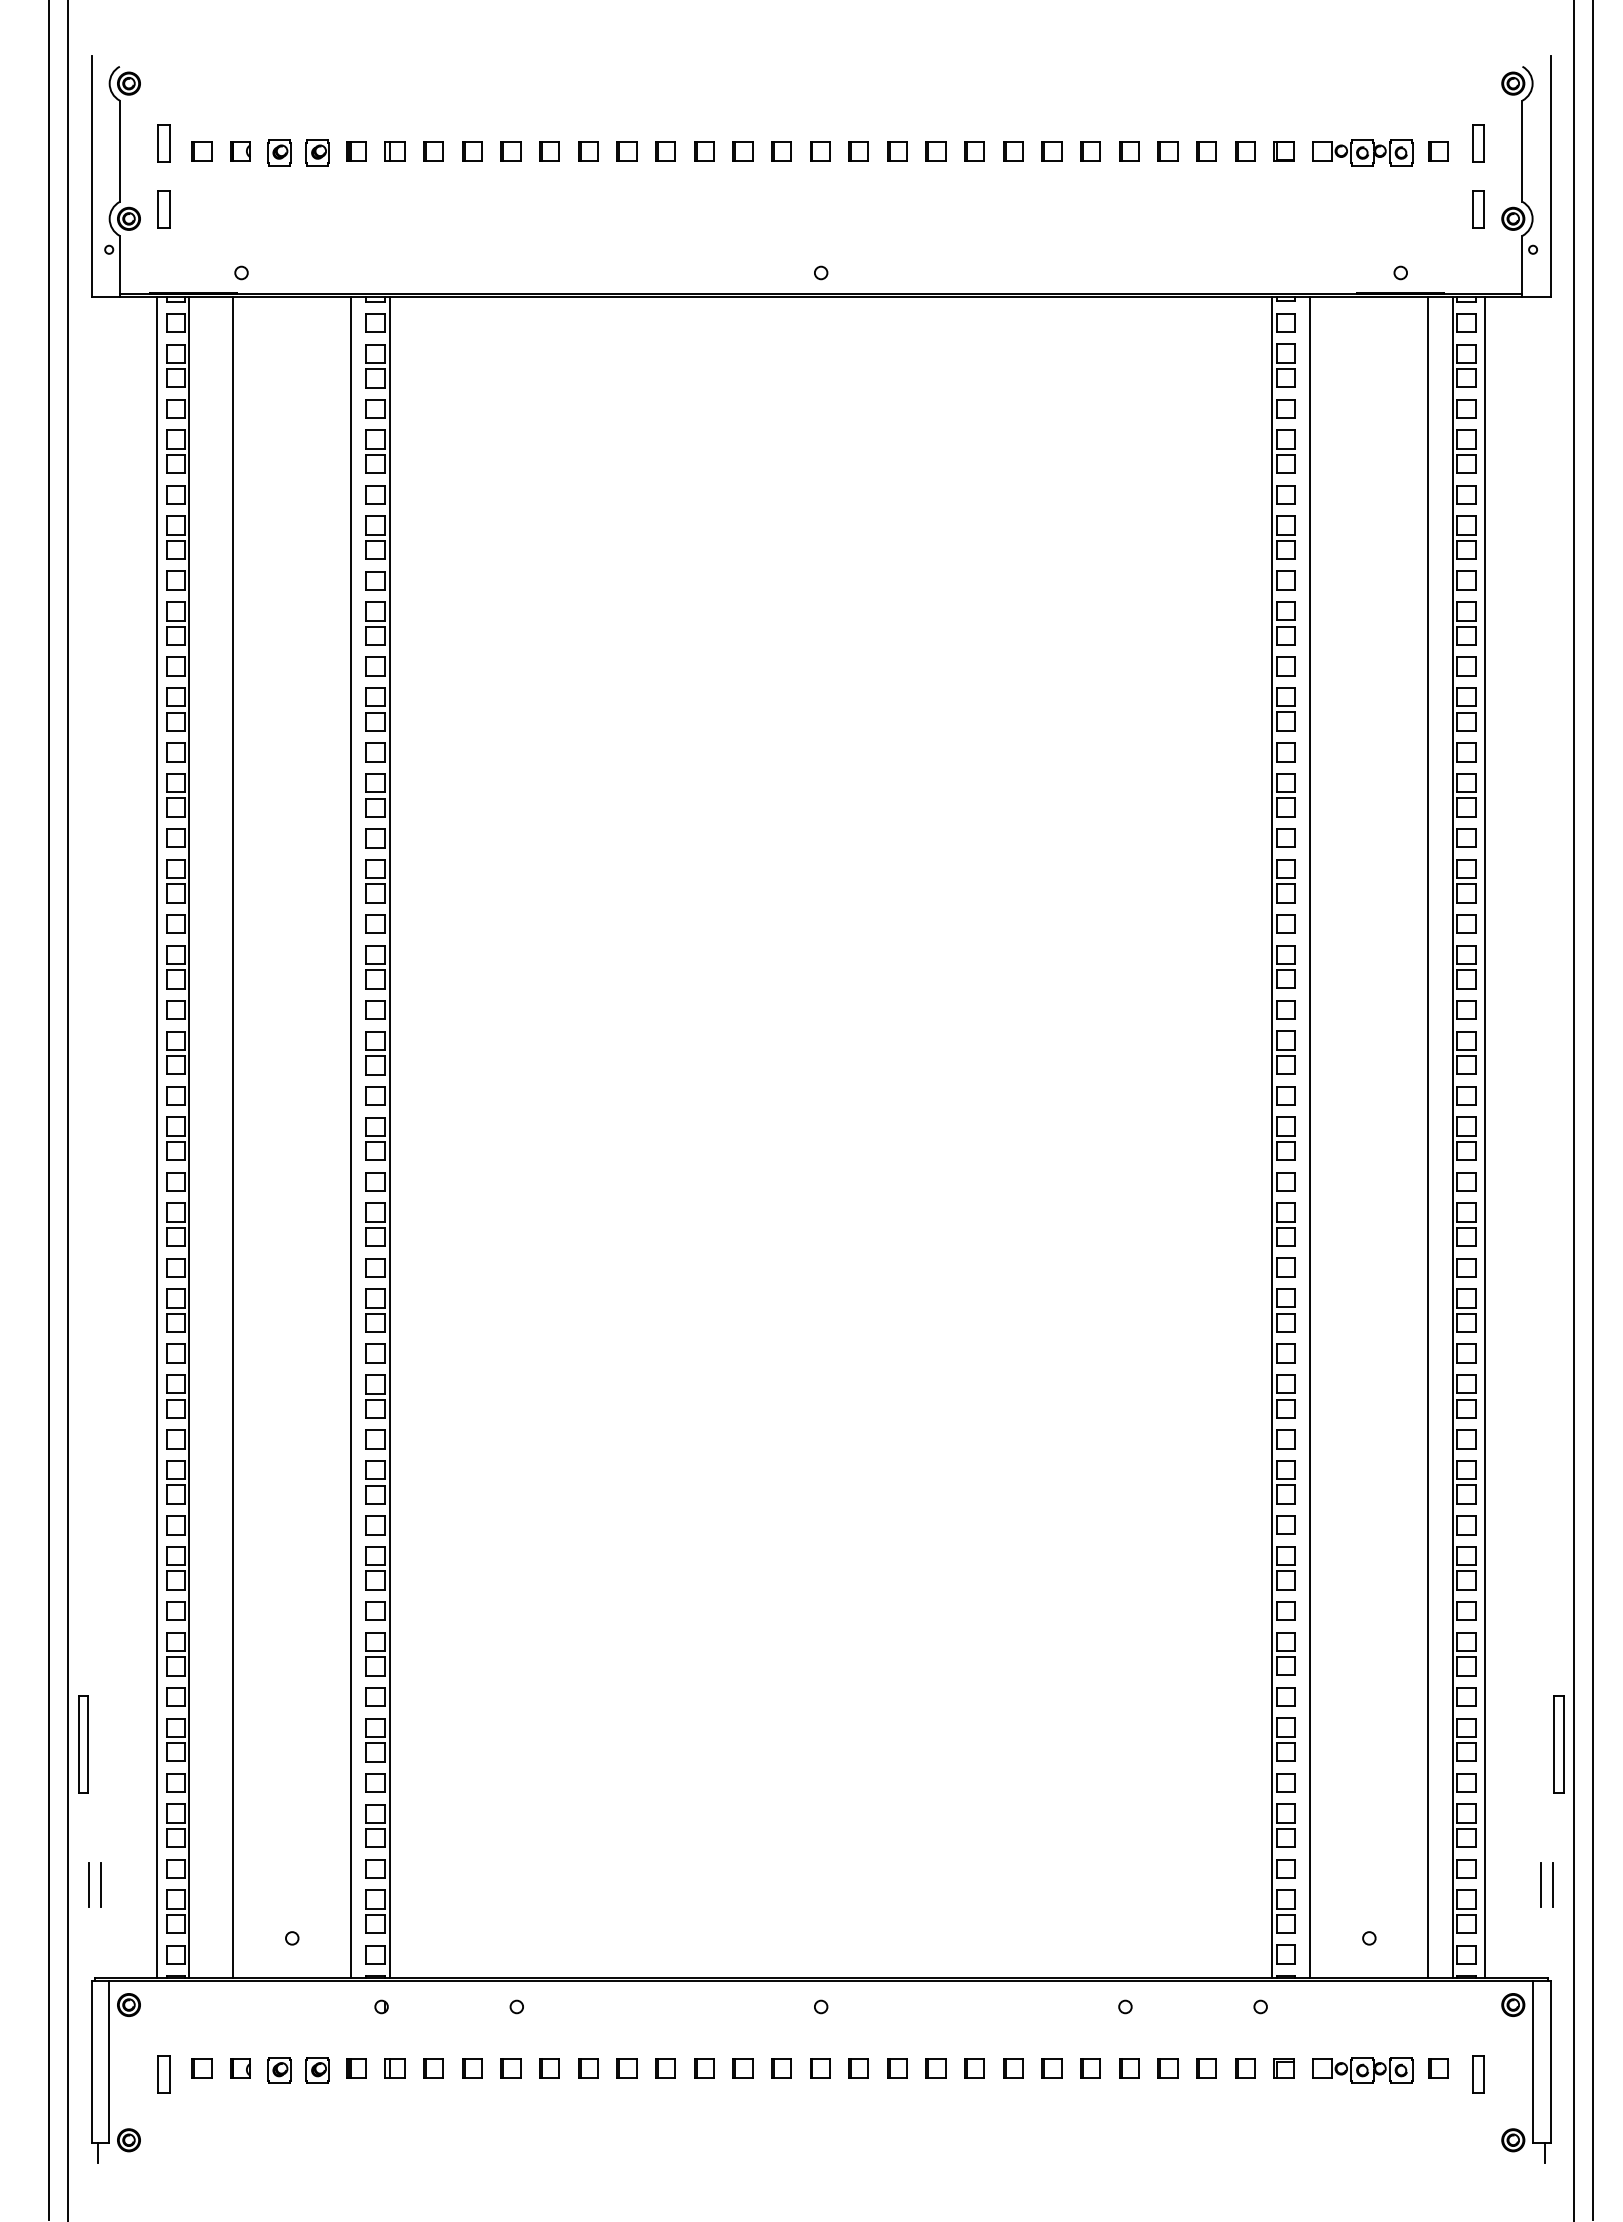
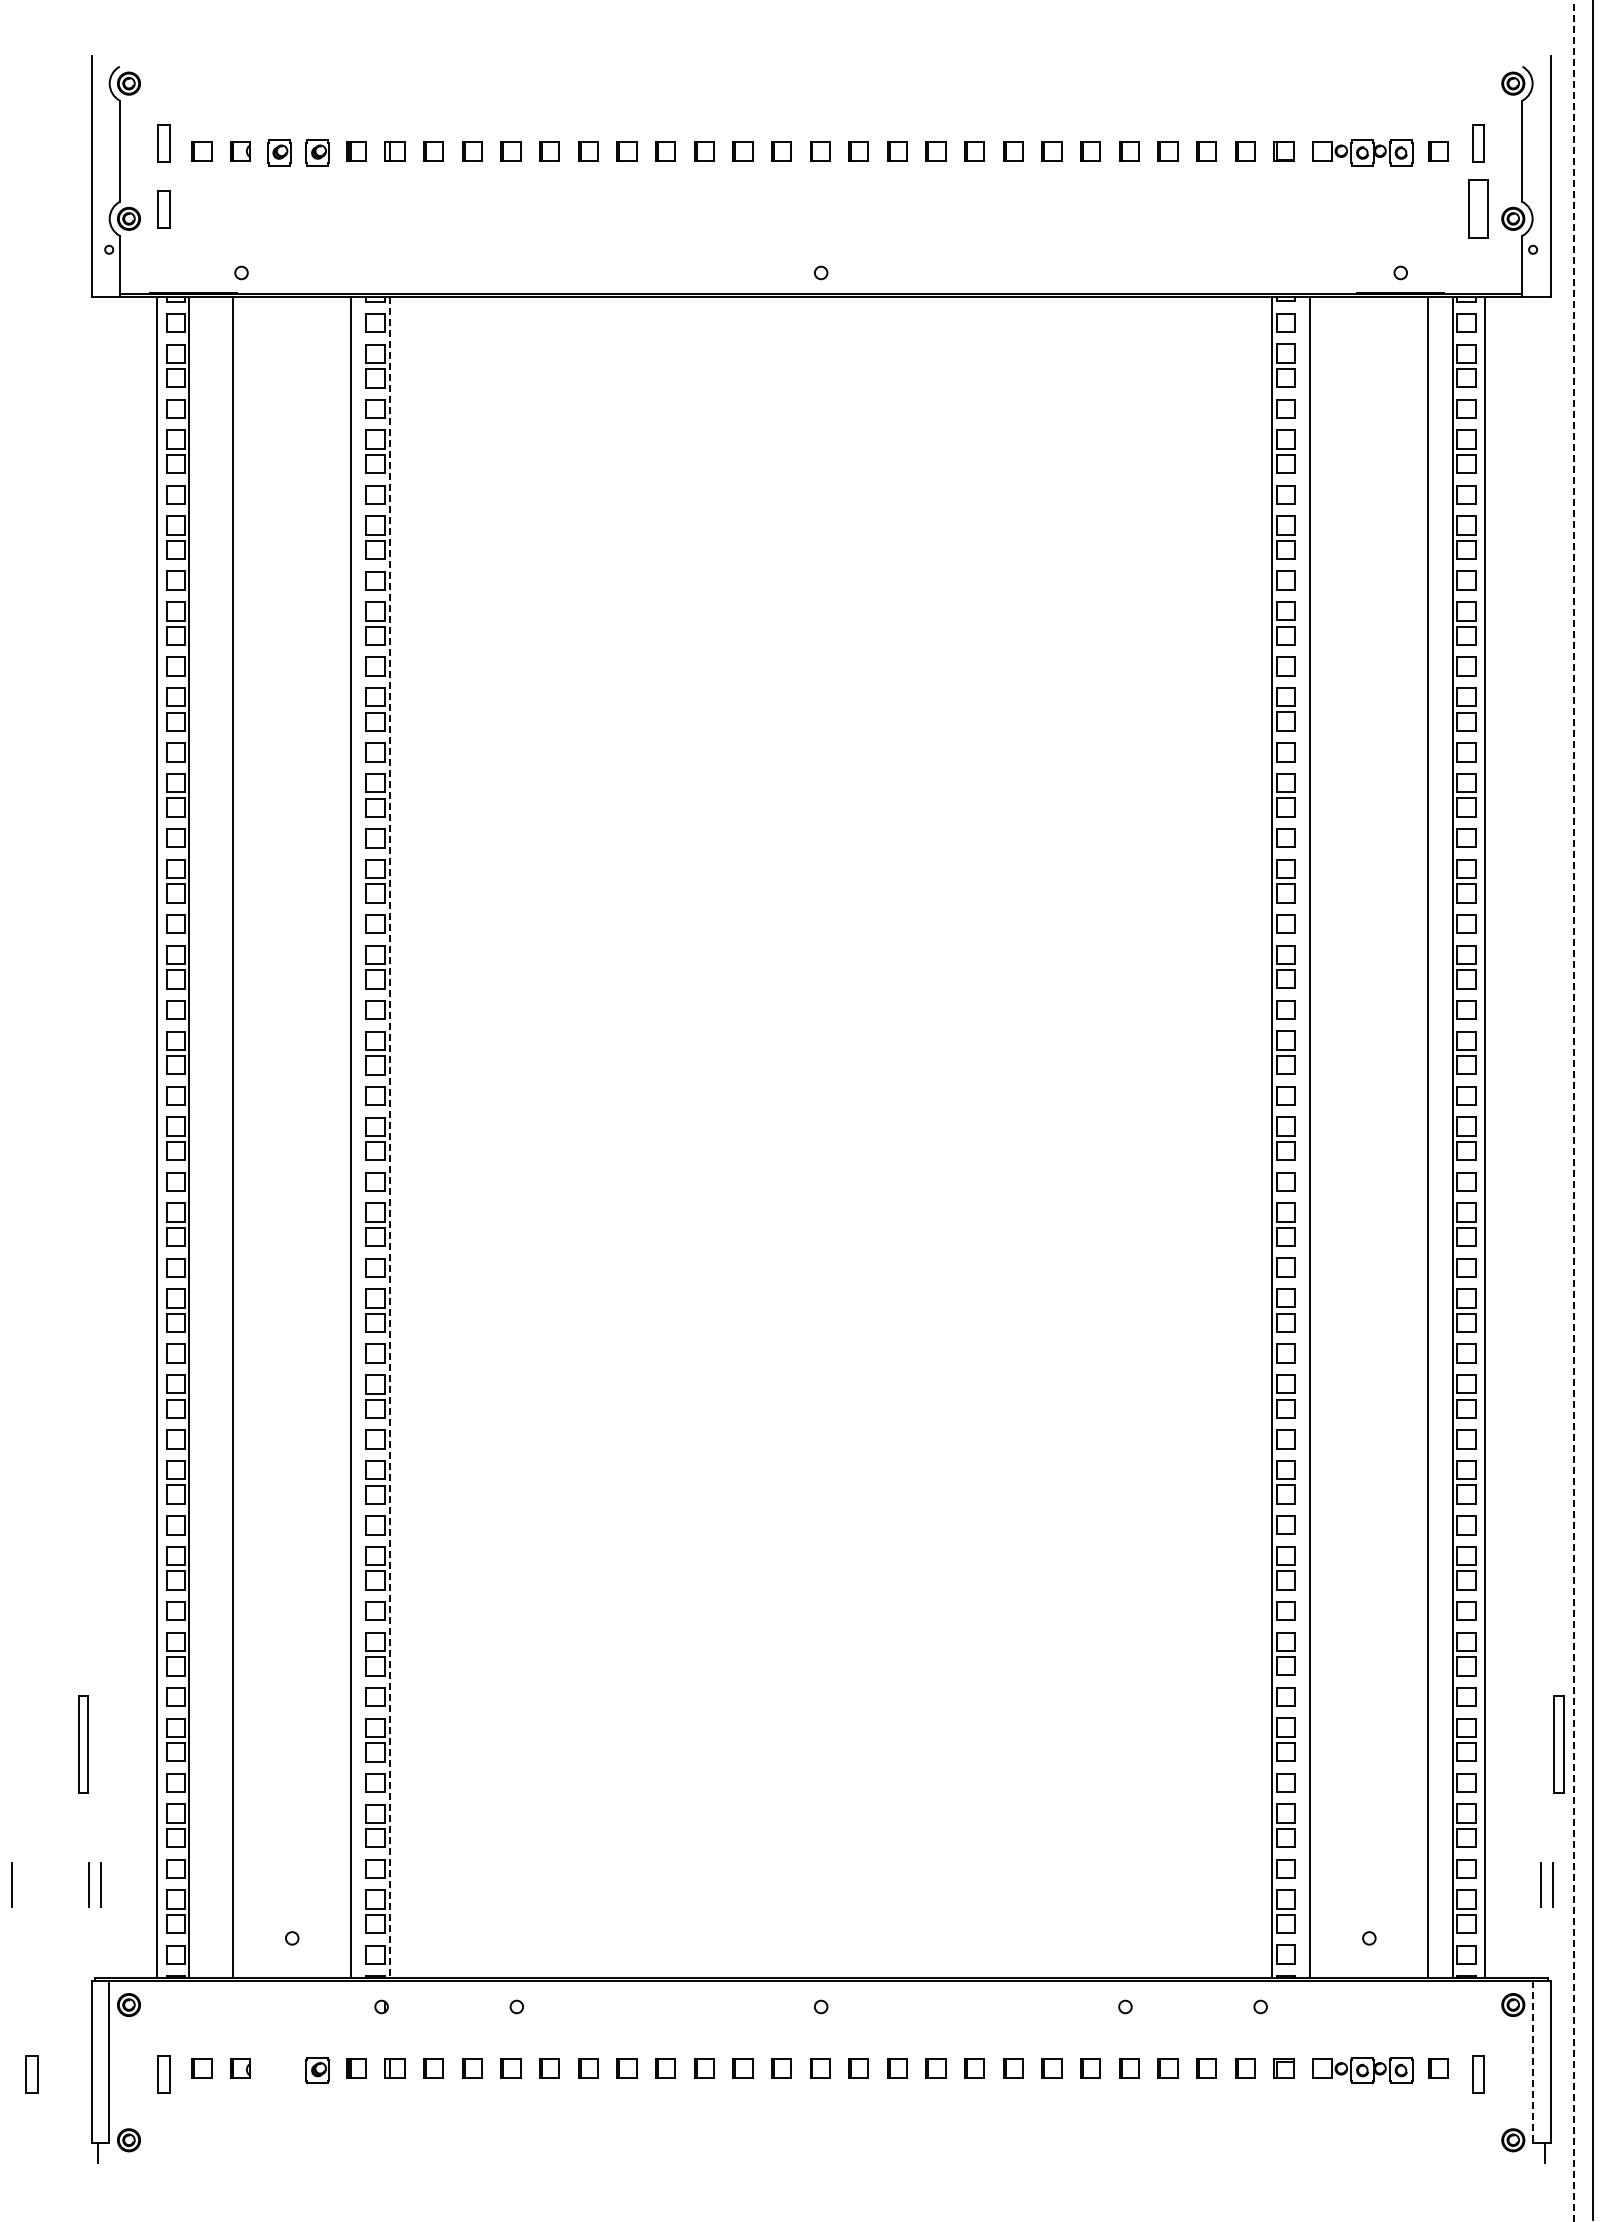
part at (1478, 209) size: 13x39 px -> 21x60 px
line at (48, 1110): present -> none
line at (68, 1110): present -> none
line at (1574, 1111): solid -> dashed
line at (389, 1138): solid -> dashed
line at (11, 1884): none -> present
line at (1533, 2062): solid -> dashed
part at (279, 2070): present -> none
part at (31, 2074): none -> present
